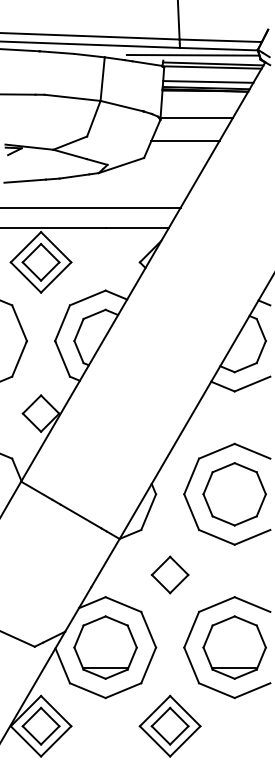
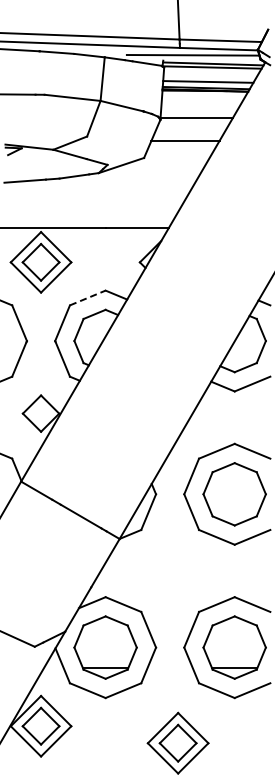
line at (91, 207): present -> none
line at (88, 297): solid -> dashed
part at (170, 574): present -> none
part at (169, 725) position: (169, 725) -> (177, 742)
